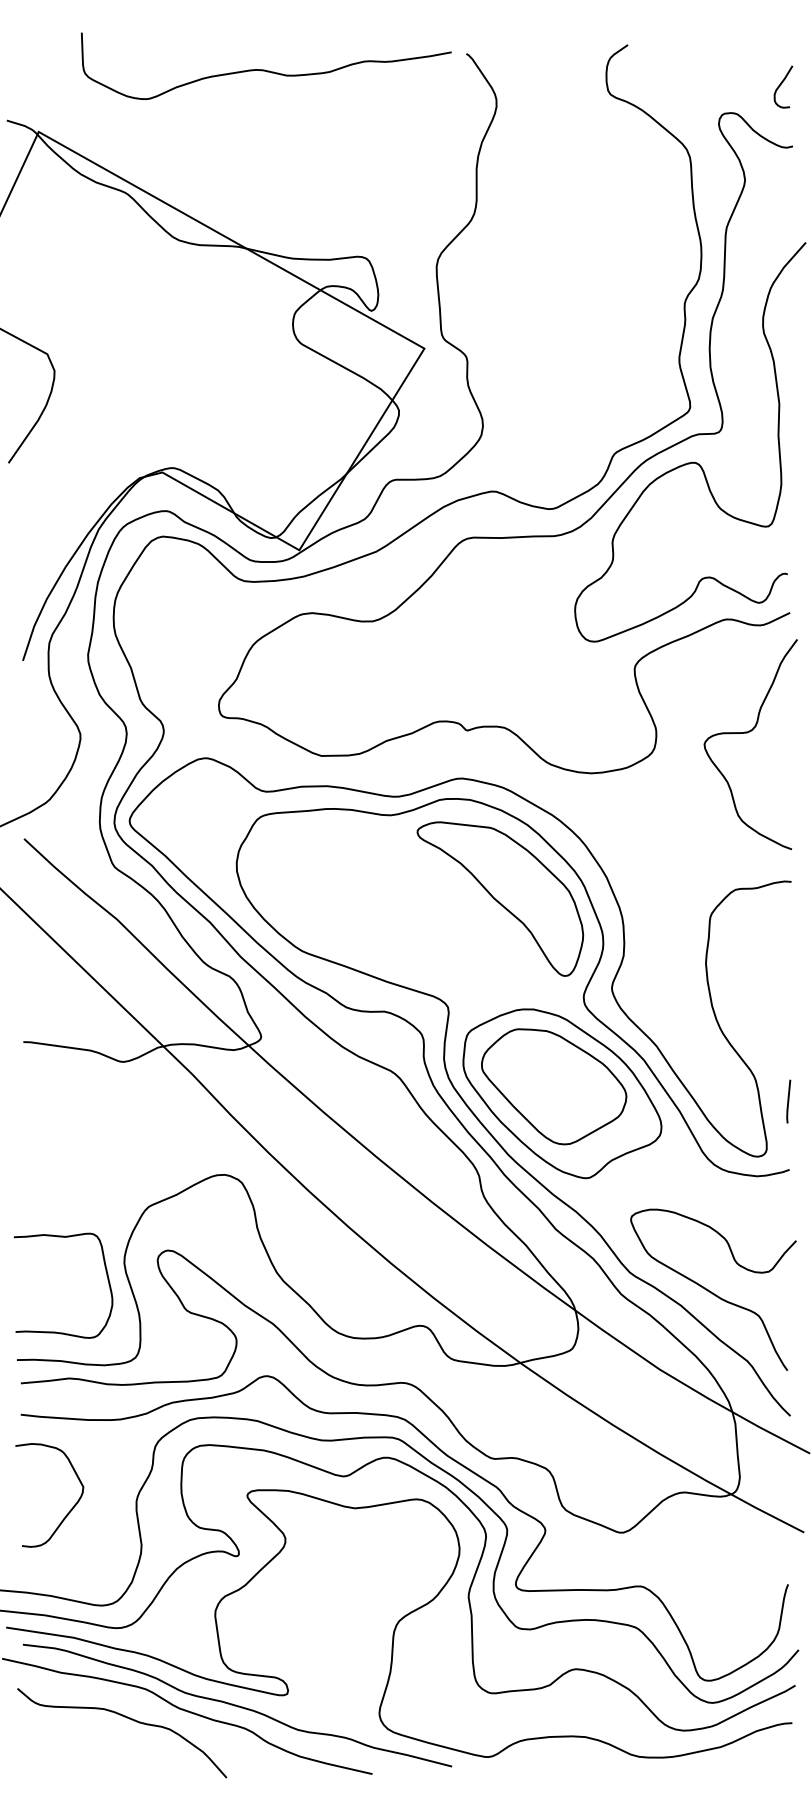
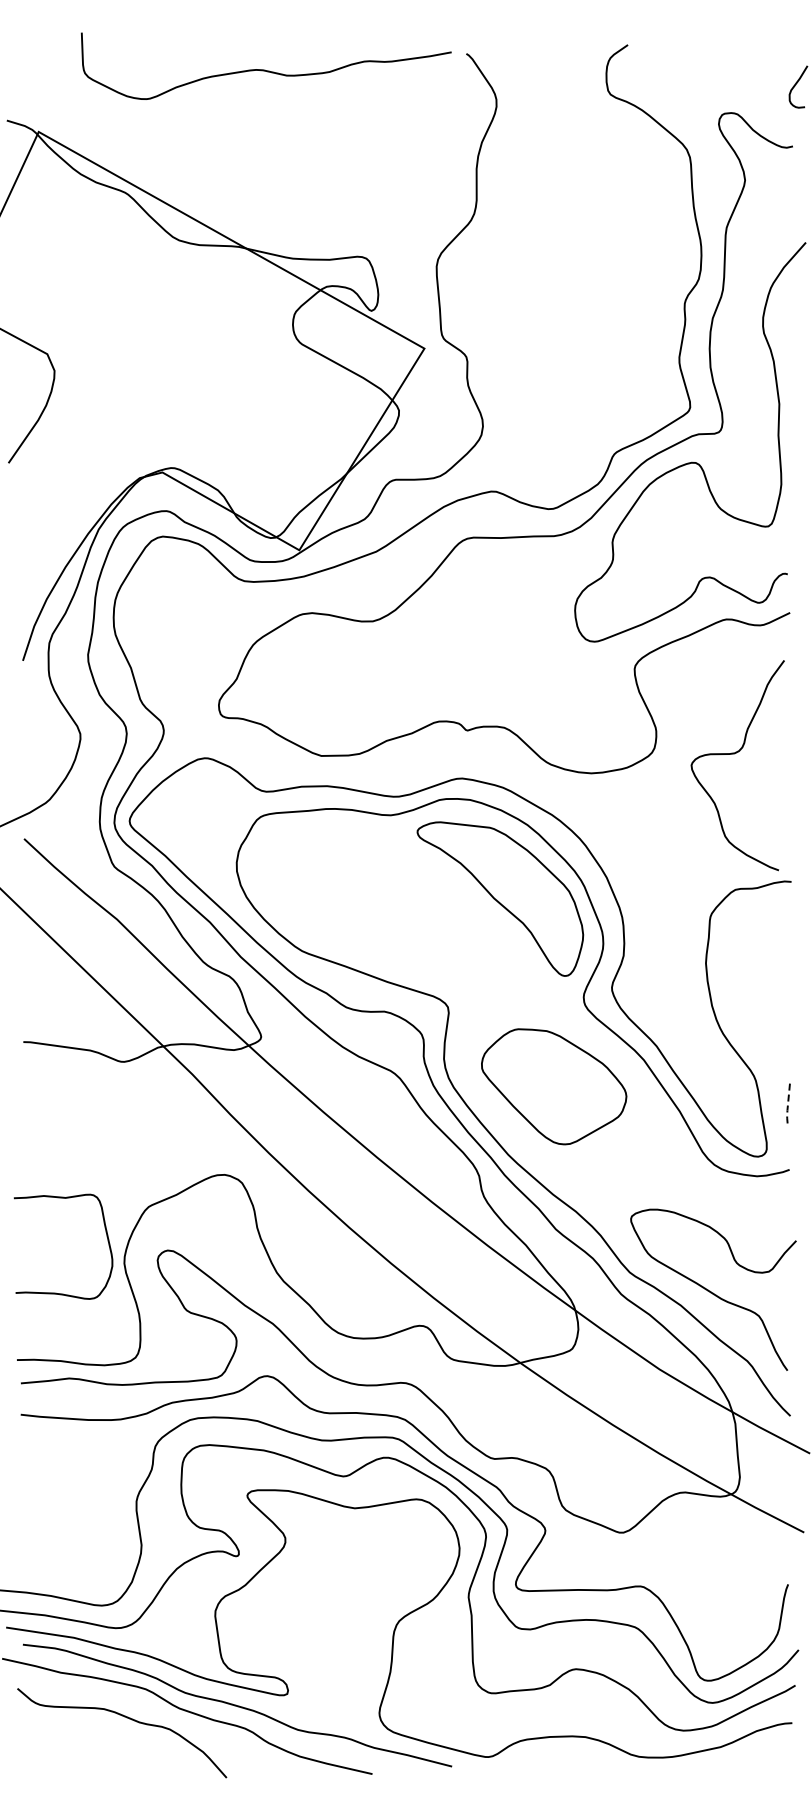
curve at (781, 84) position: (781, 84) -> (796, 84)
curve at (747, 733) position: (747, 733) -> (734, 754)
part at (562, 1093): present -> none
line at (788, 1102): solid -> dashed
curve at (106, 1275) position: (106, 1275) -> (106, 1236)
curve at (69, 1510): present -> none
